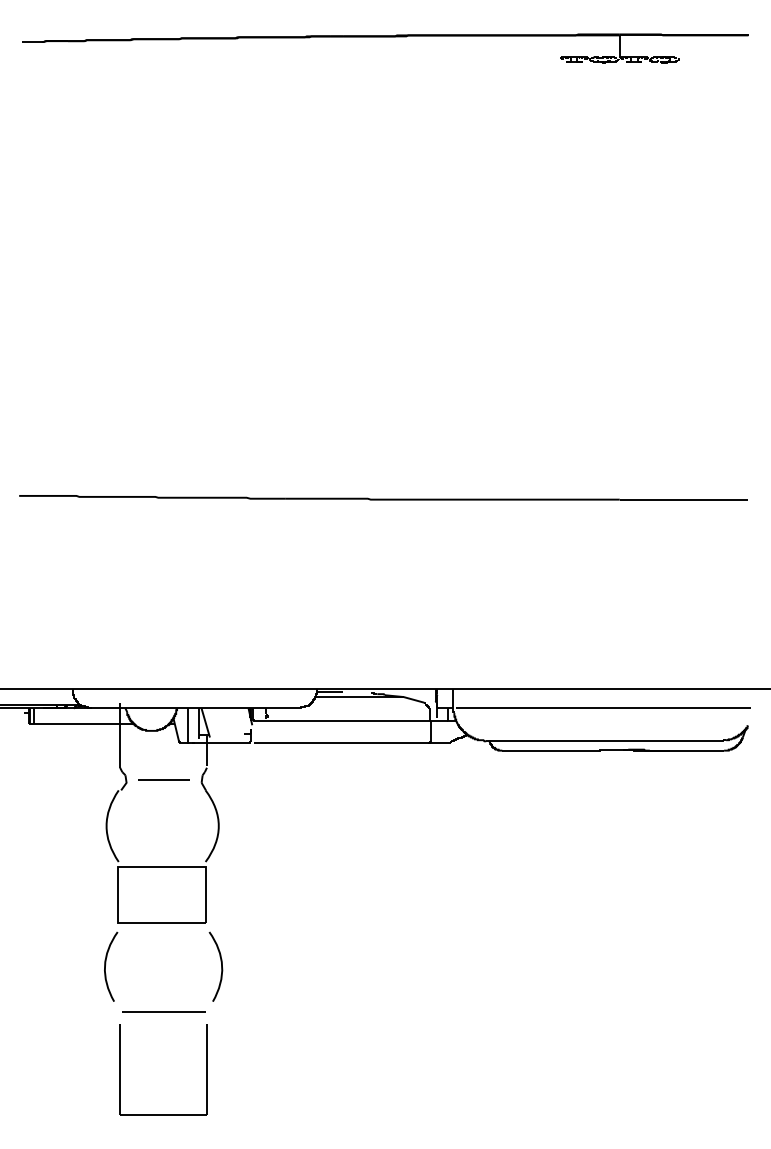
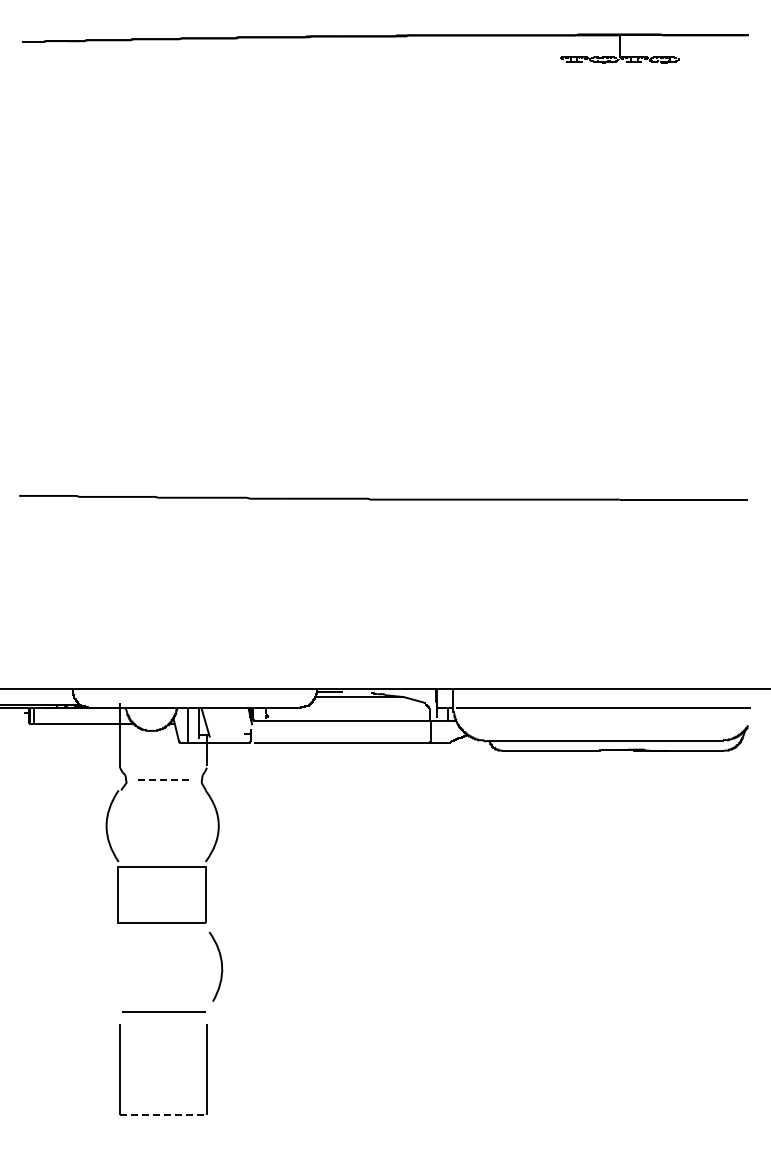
line at (164, 779): solid -> dashed
curve at (106, 964): present -> none
line at (164, 1114): solid -> dashed
